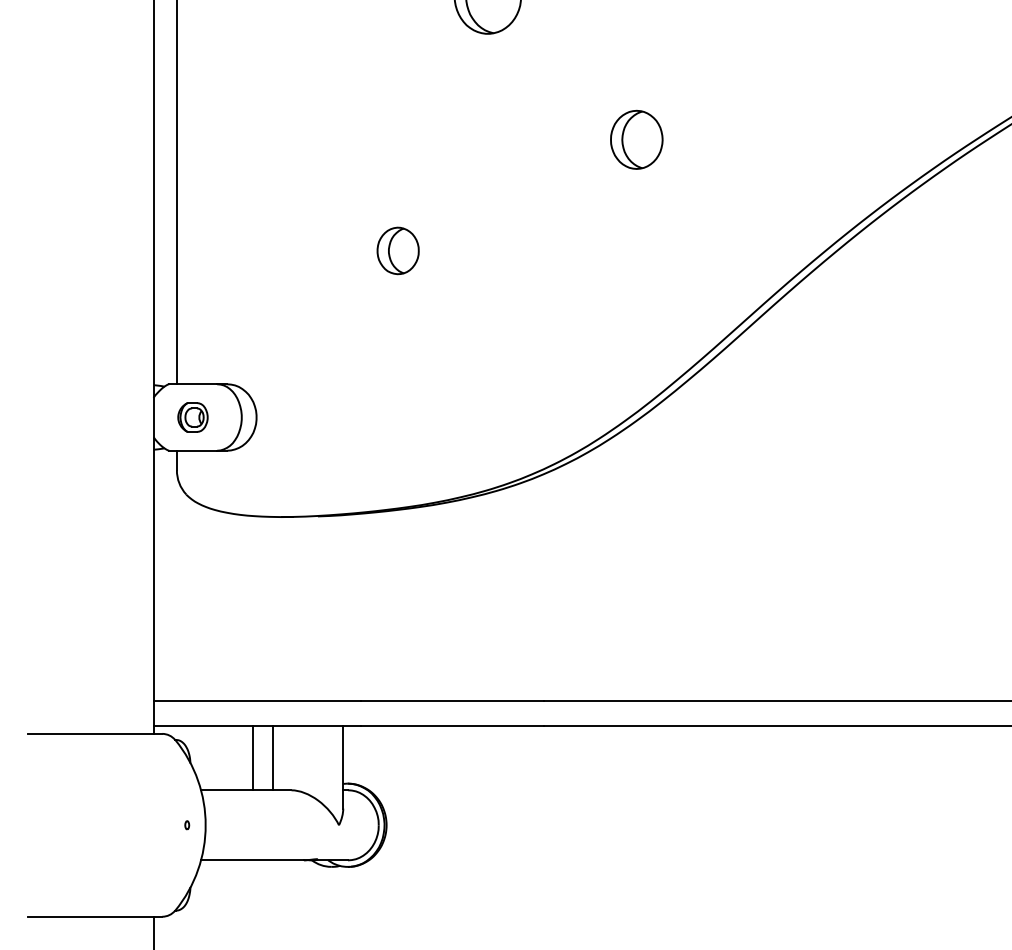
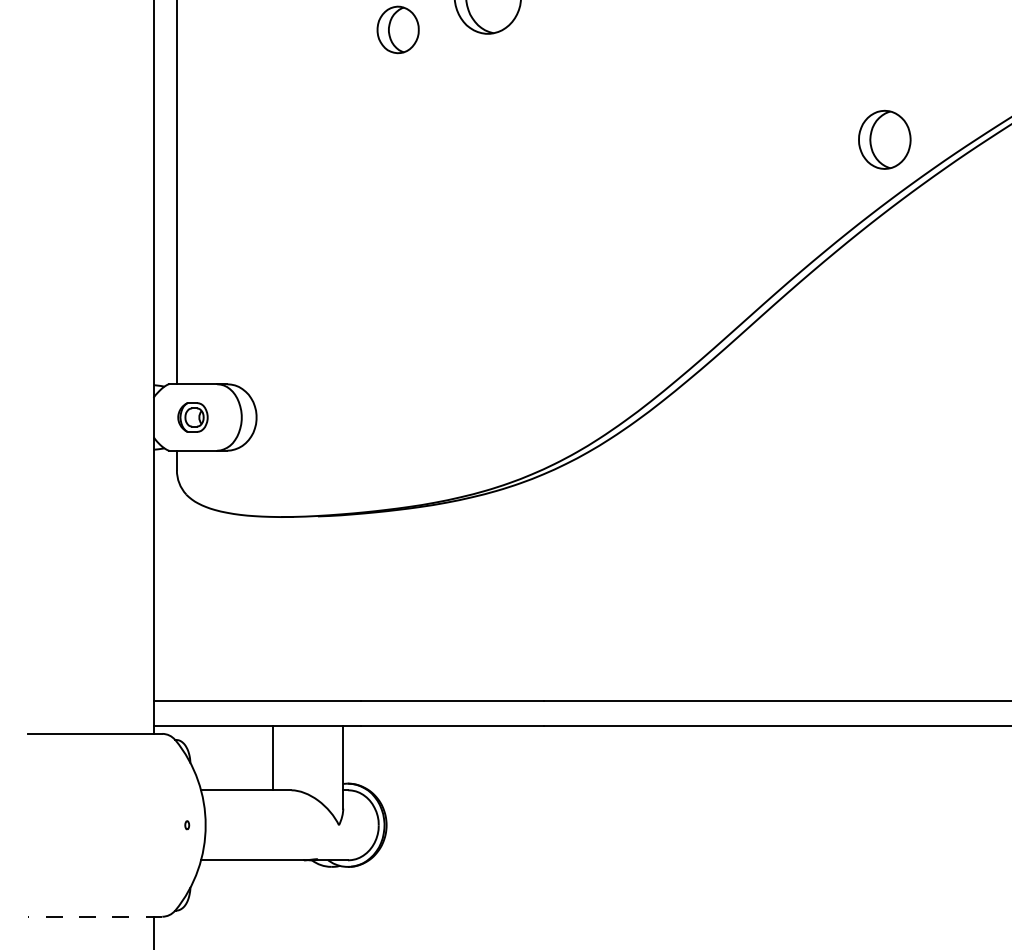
part at (636, 139) position: (636, 139) -> (884, 139)
part at (397, 250) position: (397, 250) -> (397, 29)
line at (252, 757): present -> none
line at (94, 916): solid -> dashed
